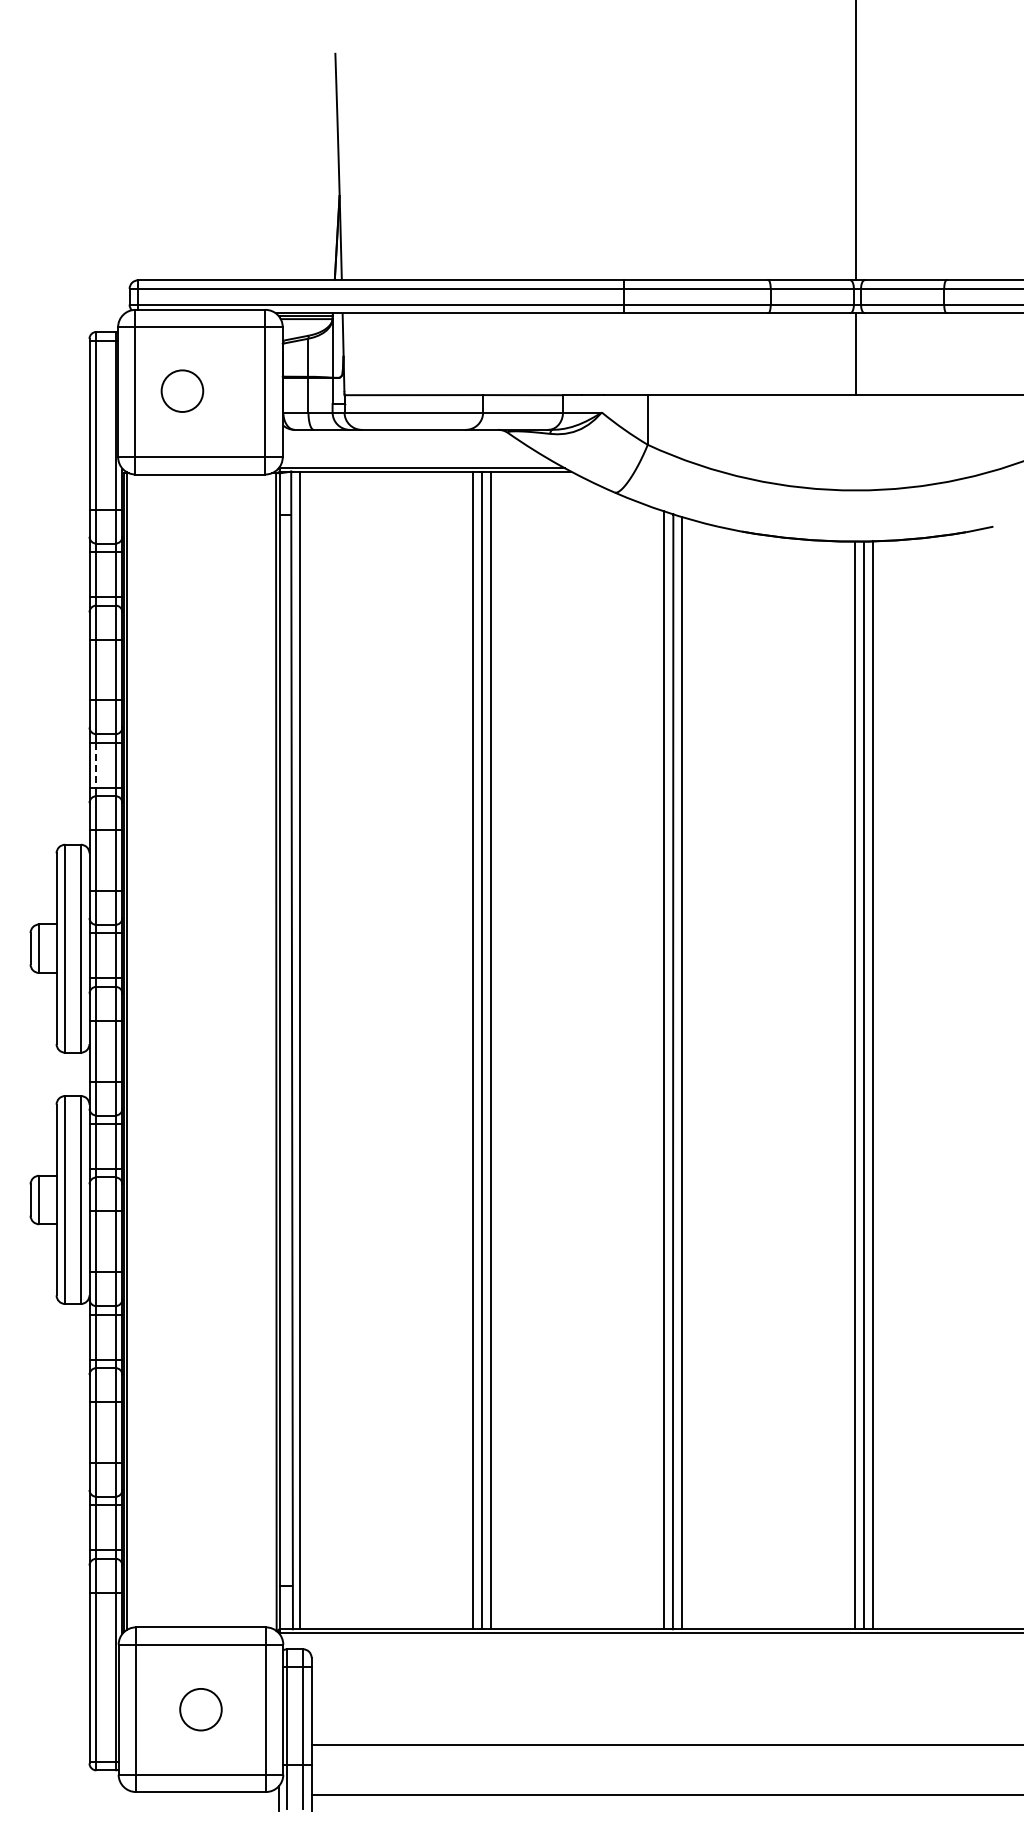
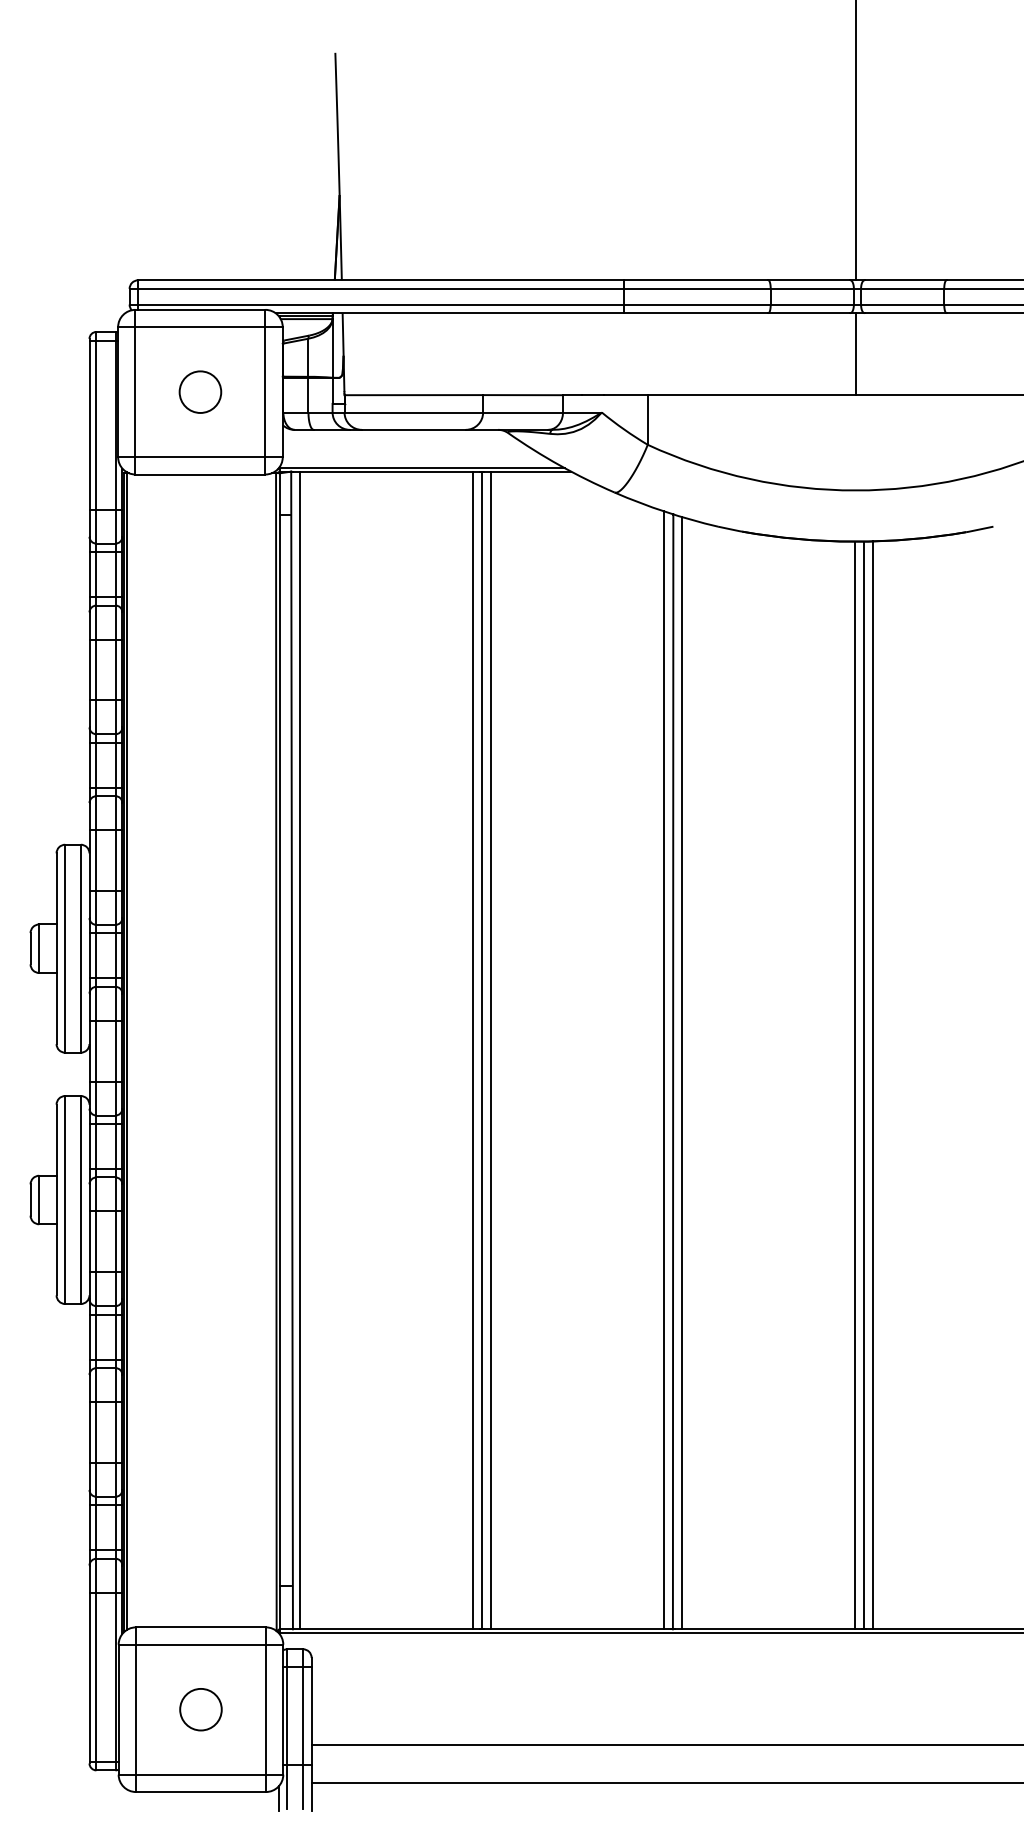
circle at (182, 390) position: (182, 390) -> (200, 391)
line at (96, 765): dashed -> solid
line at (665, 1794) position: (665, 1794) -> (665, 1782)
